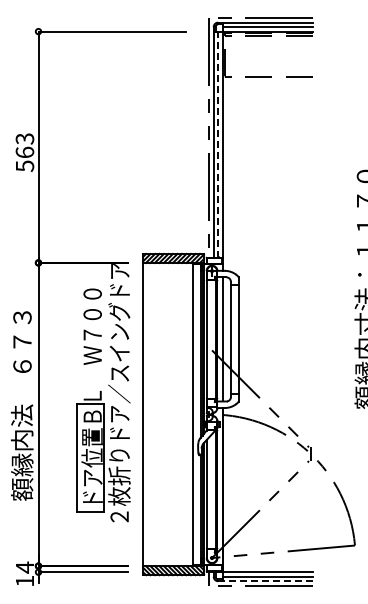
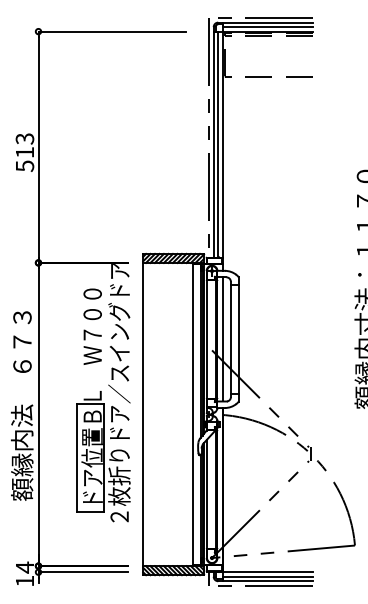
line at (218, 144): dashed -> solid
text at (24, 151): 563 -> 513
line at (267, 581): dashed -> solid
